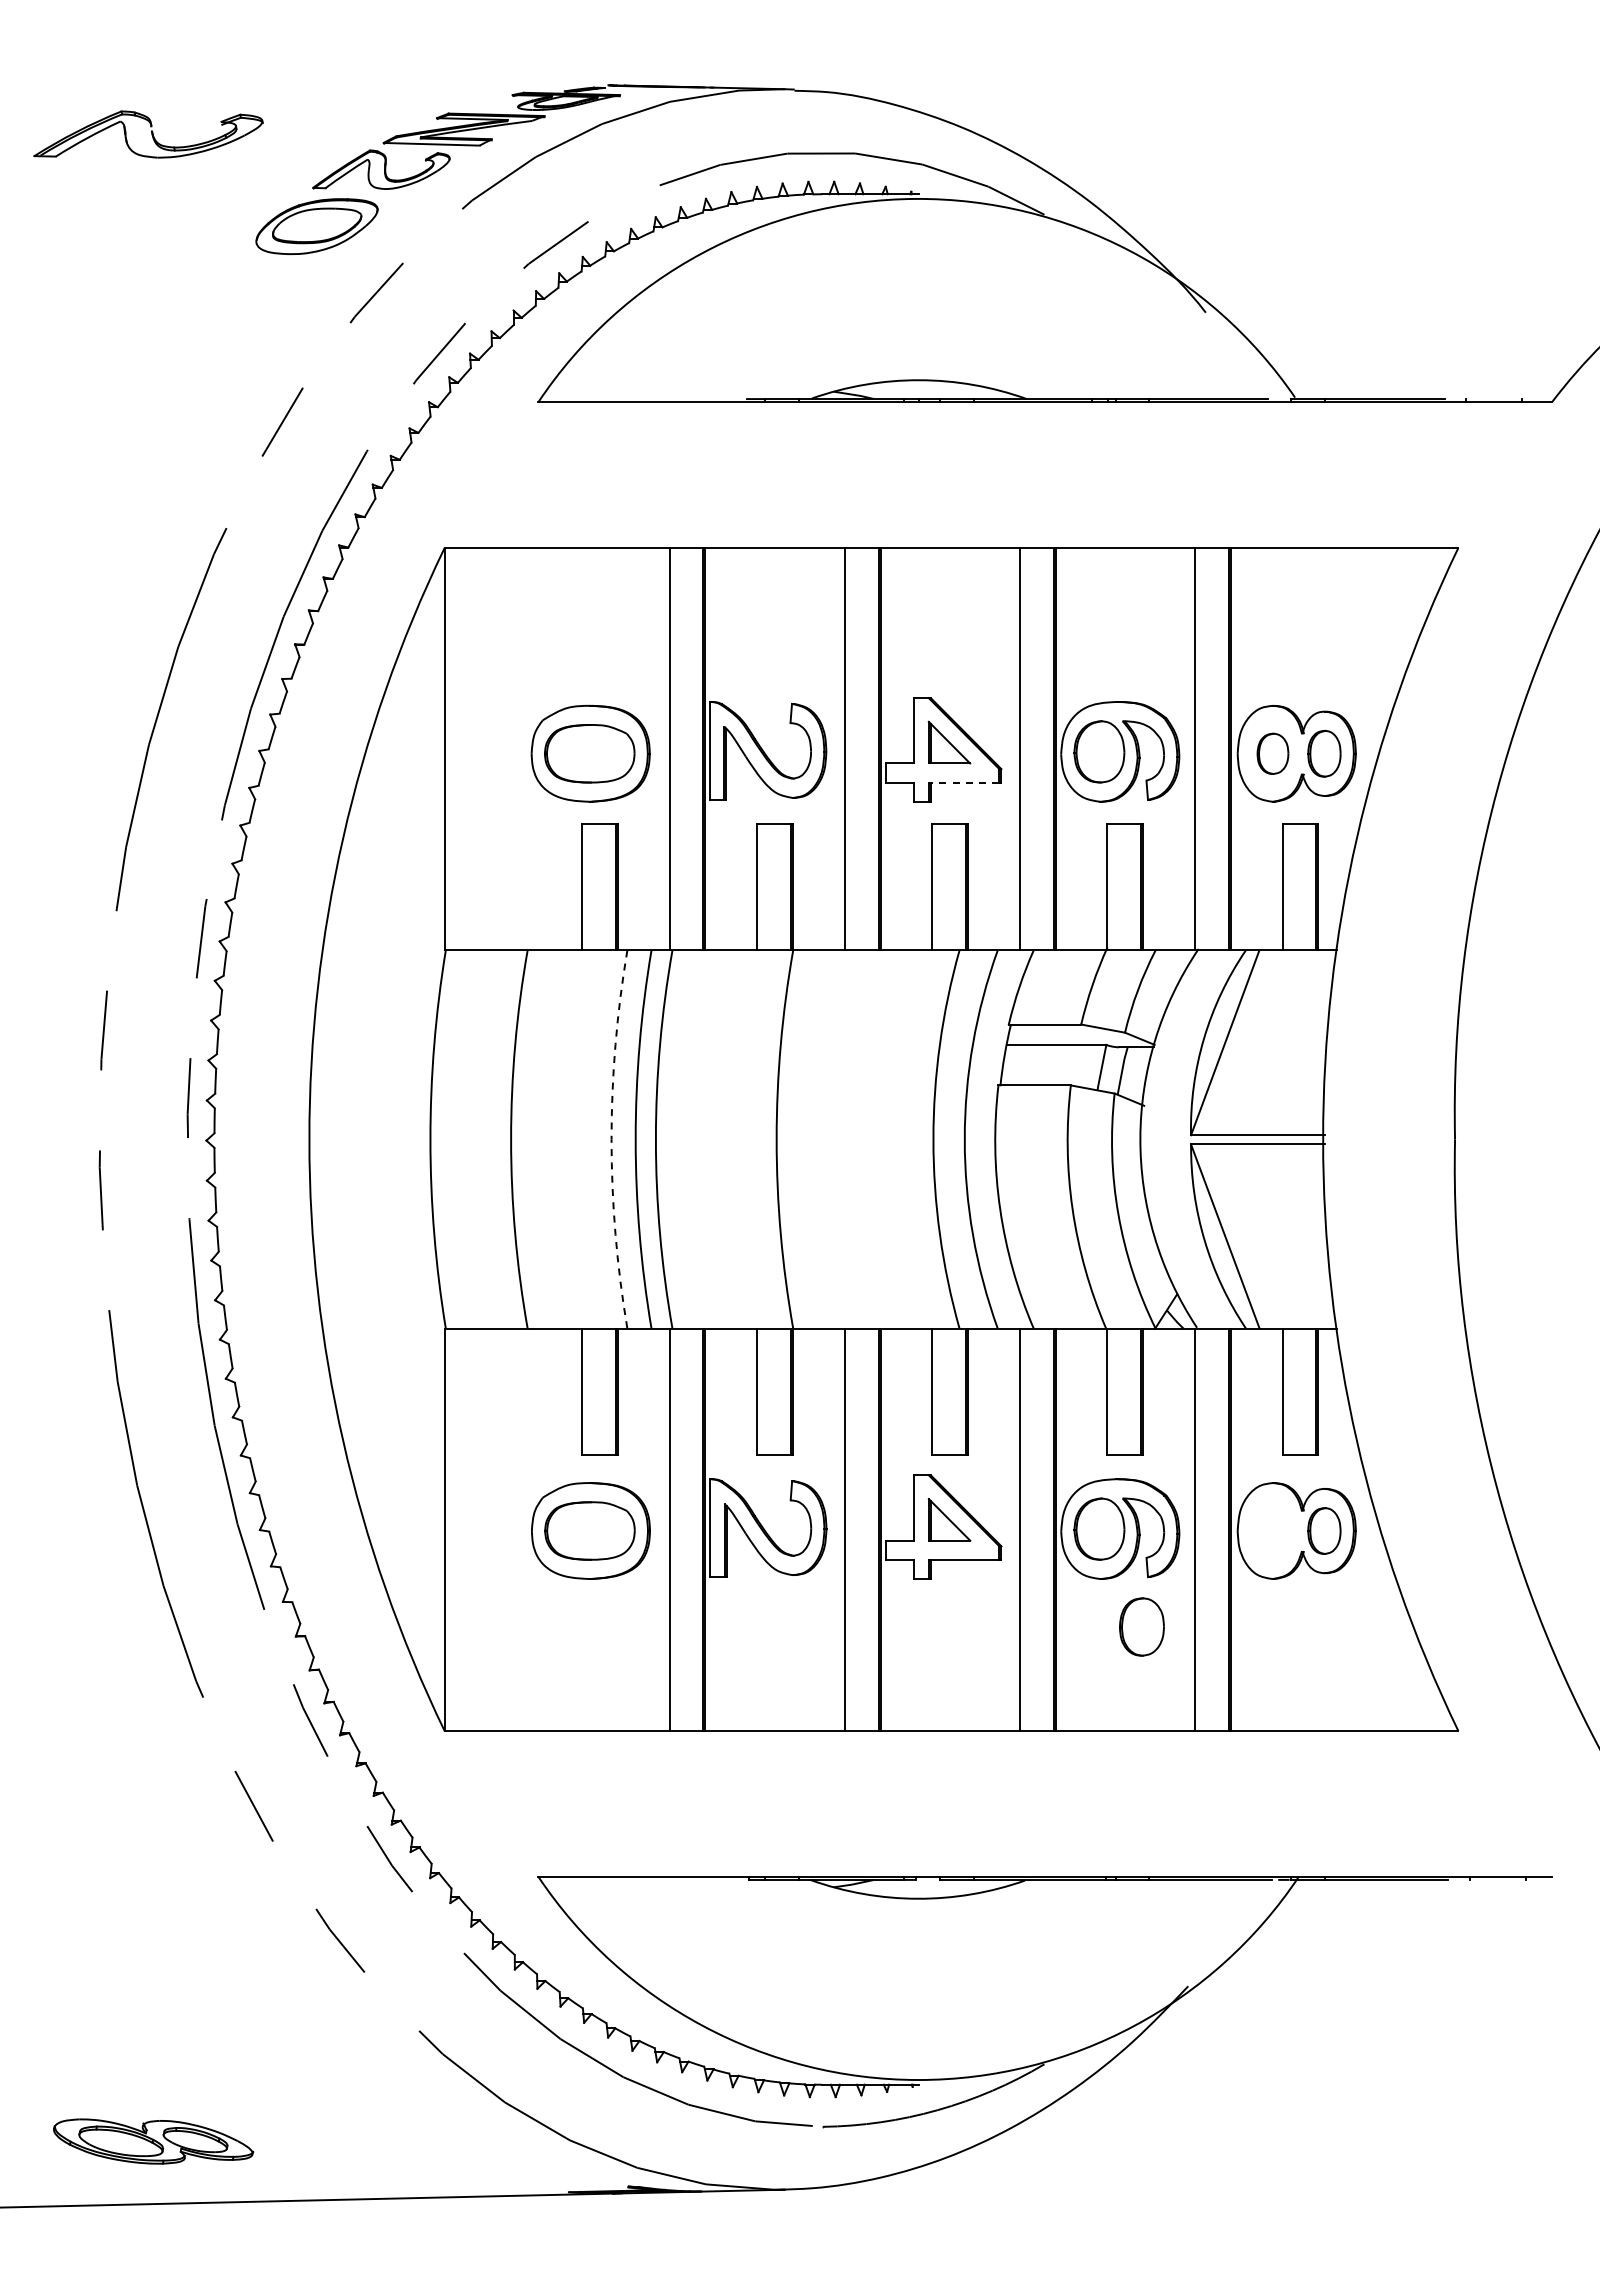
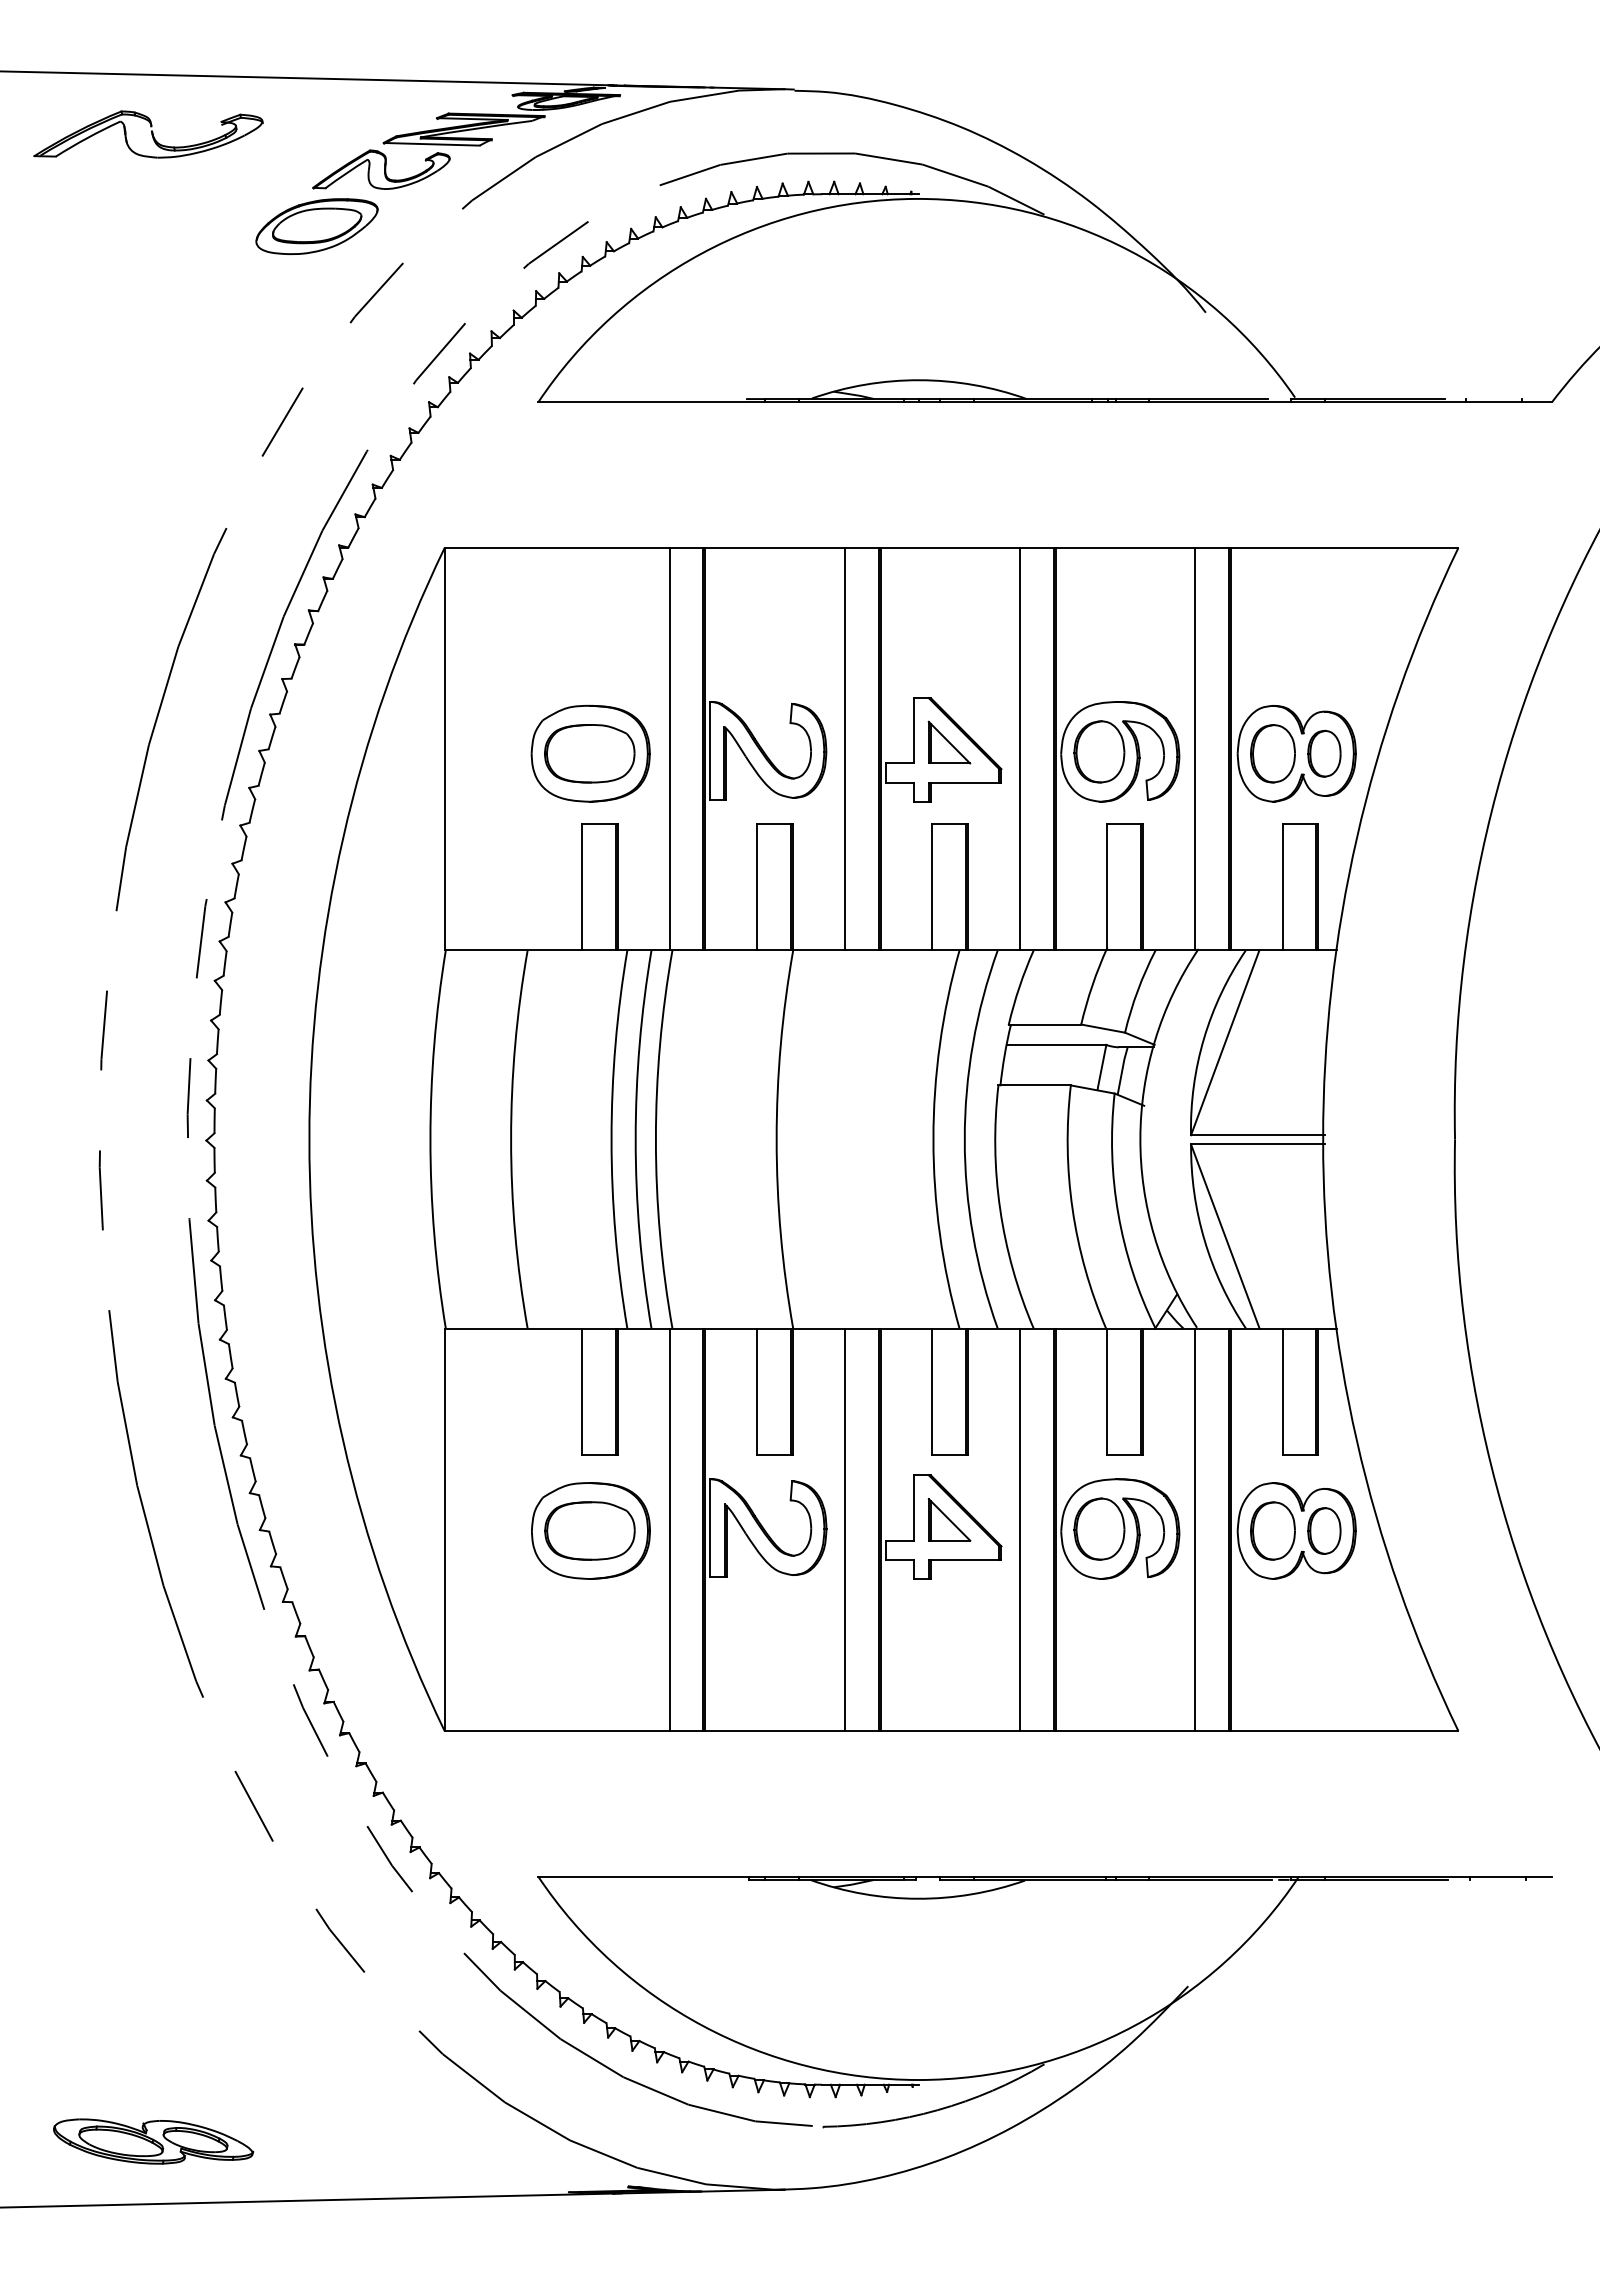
line at (307, 78): none -> present
part at (1272, 753) size: 34x43 px -> 46x60 px
line at (963, 782): dashed -> solid
arc at (611, 1139): dashed -> solid
part at (1141, 1626) position: (1141, 1626) -> (1272, 1530)
